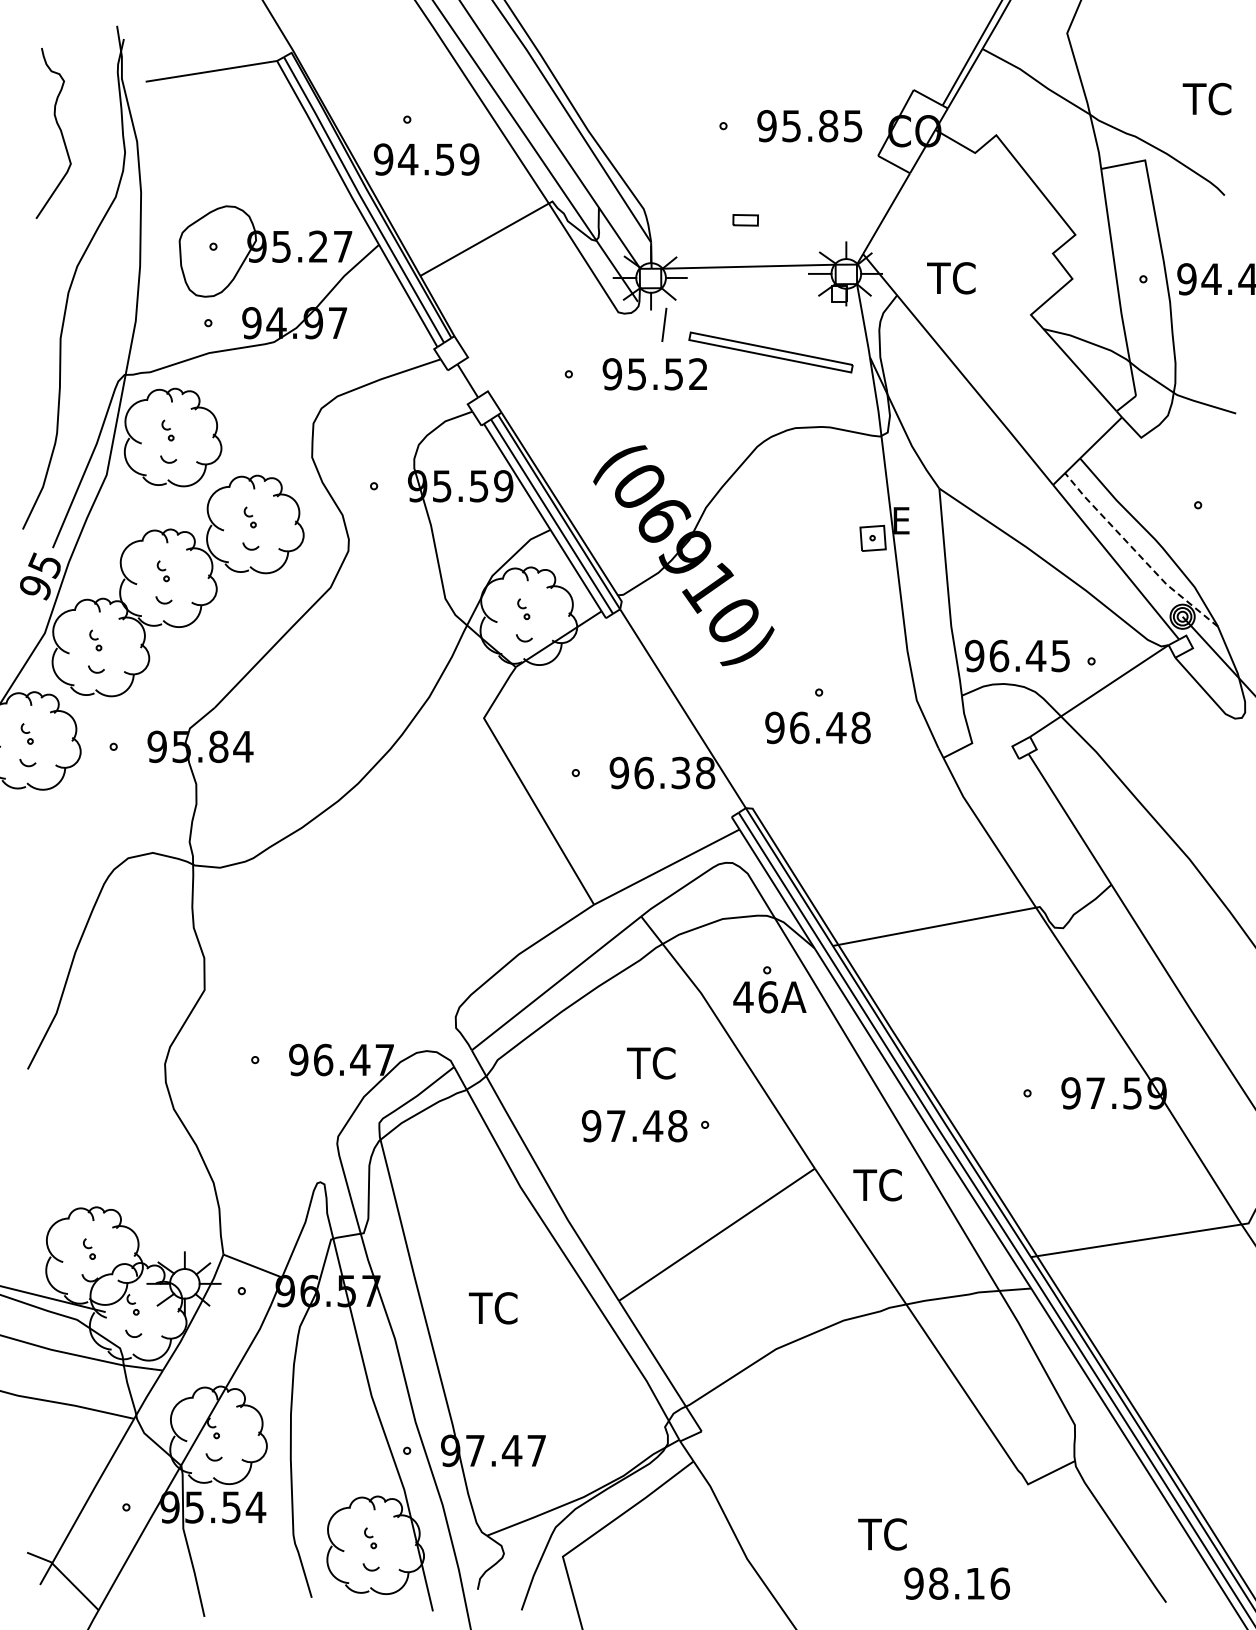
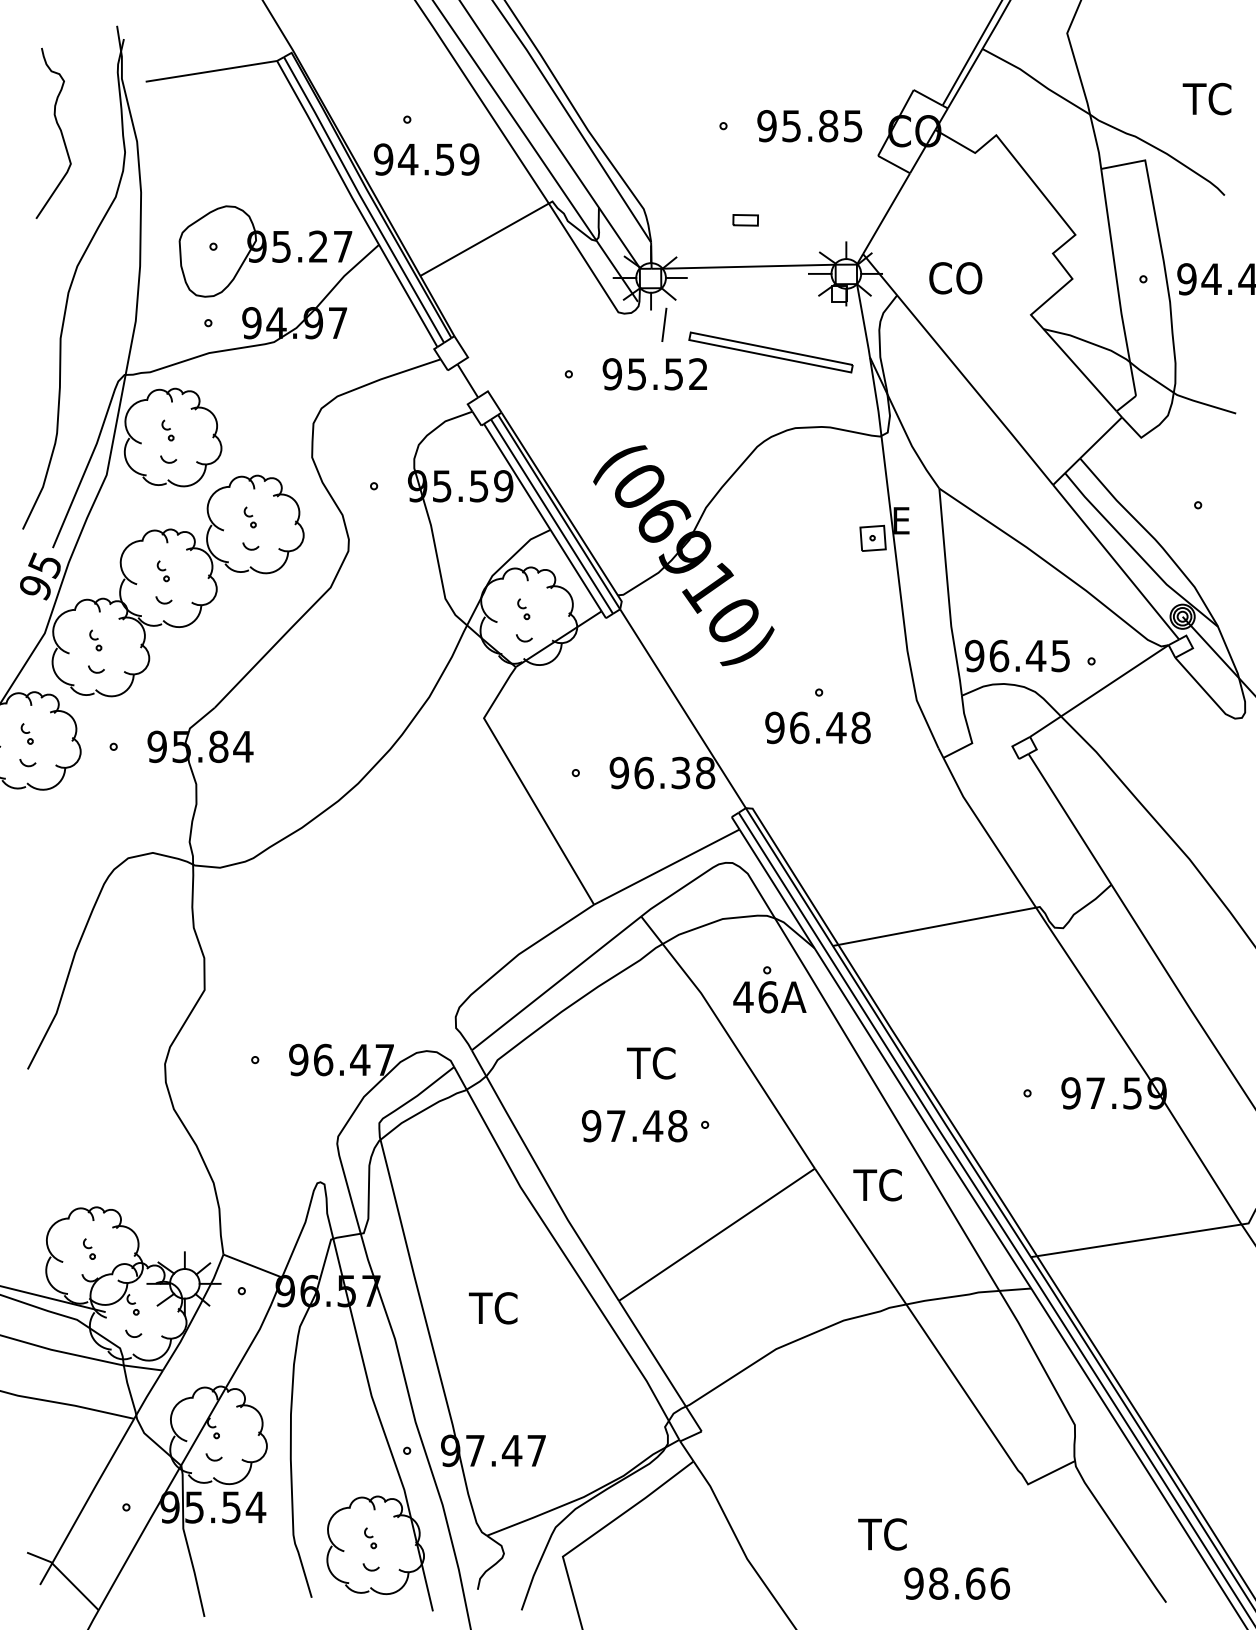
text at (954, 278): TC -> CO
line at (1137, 553): dashed -> solid
text at (975, 1583): 98.16 -> 98.66
